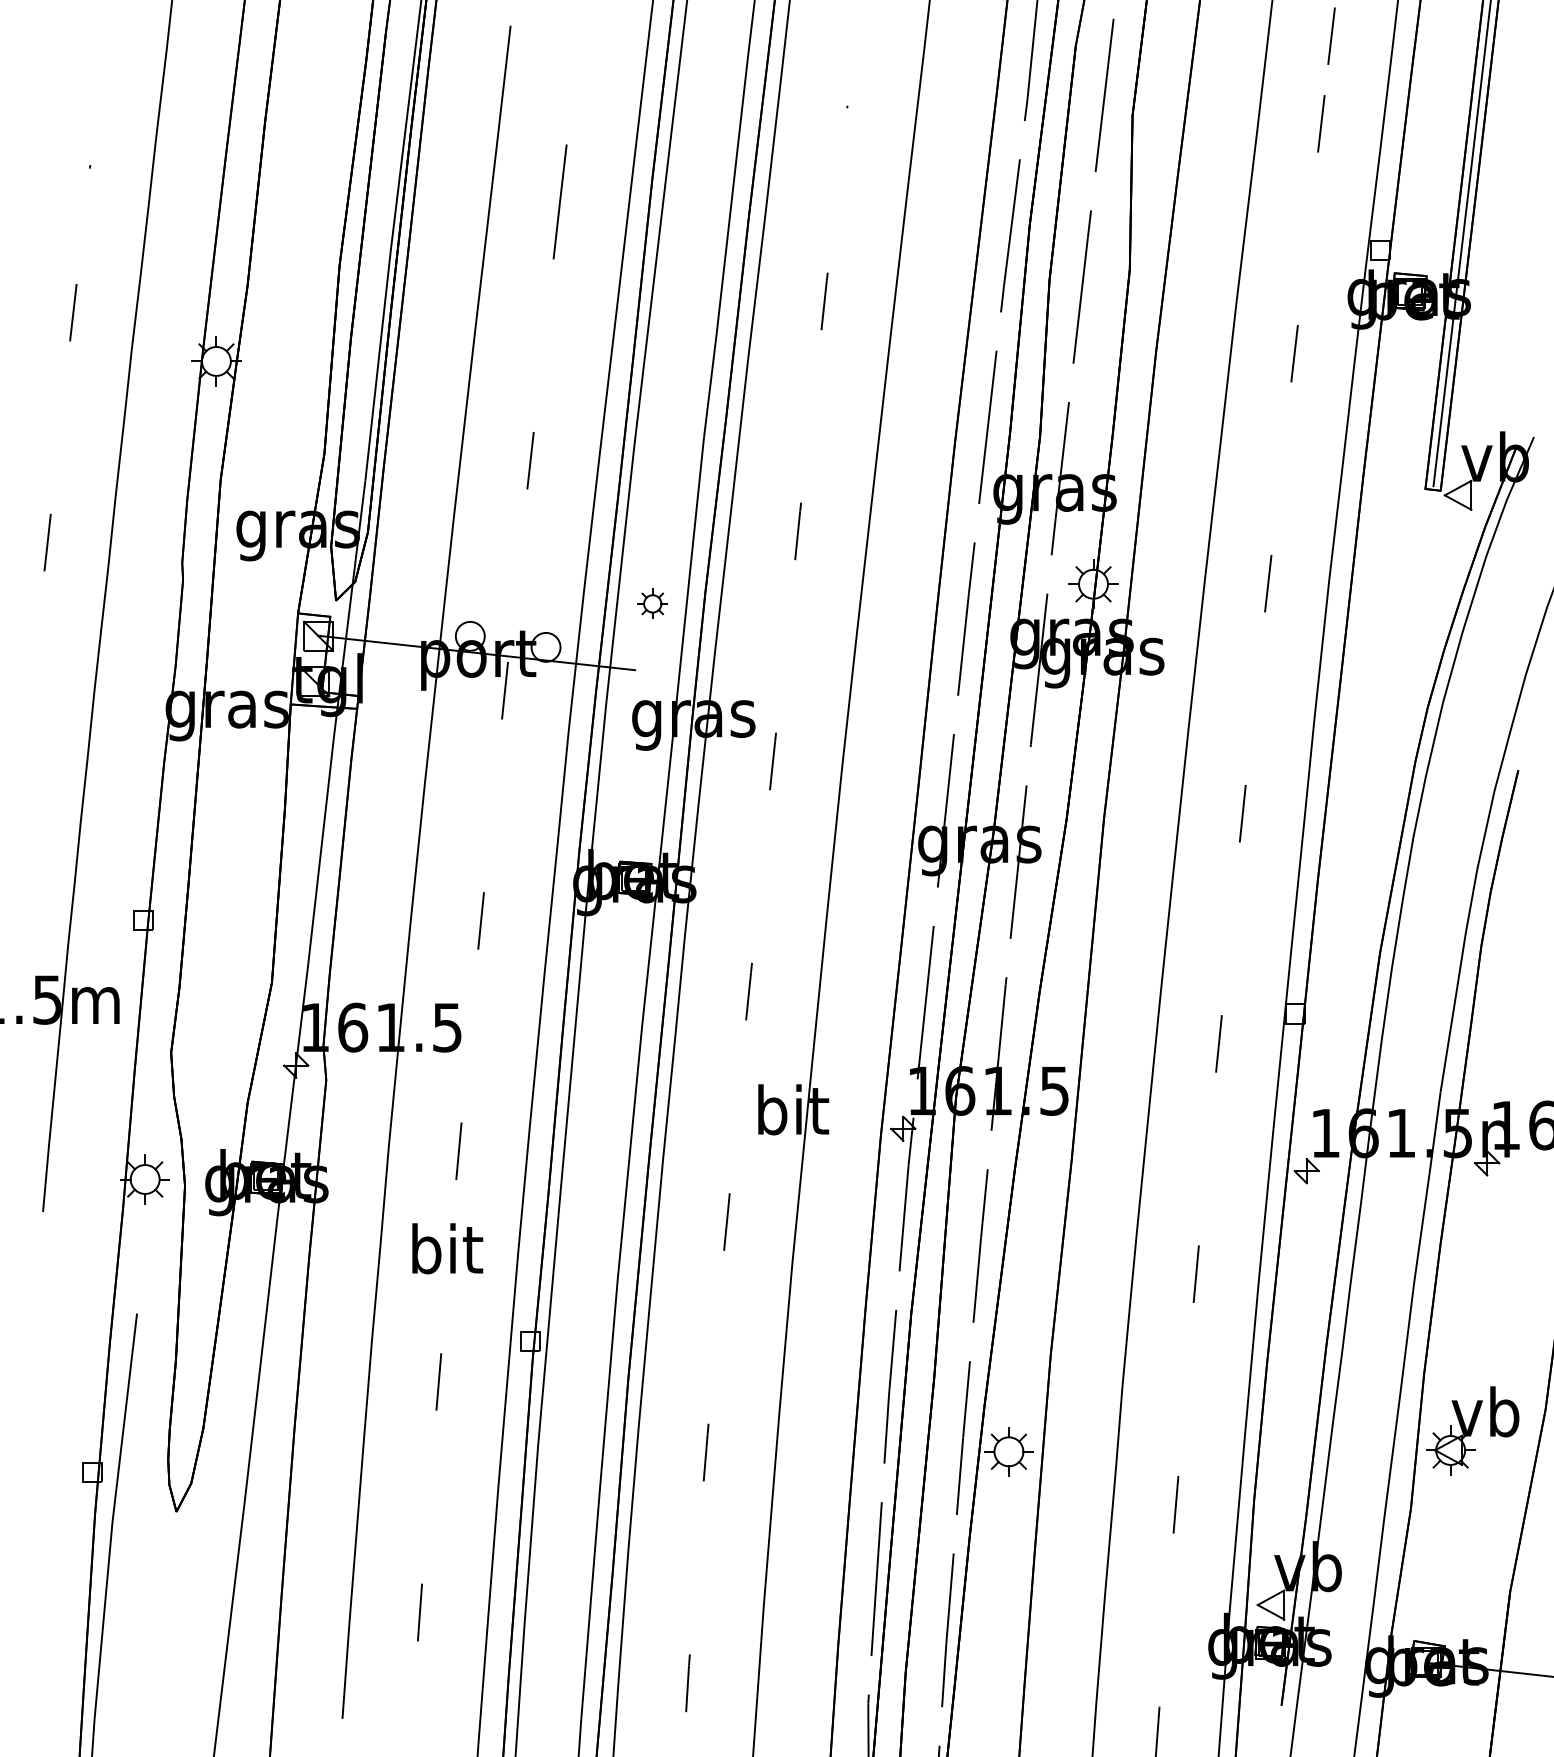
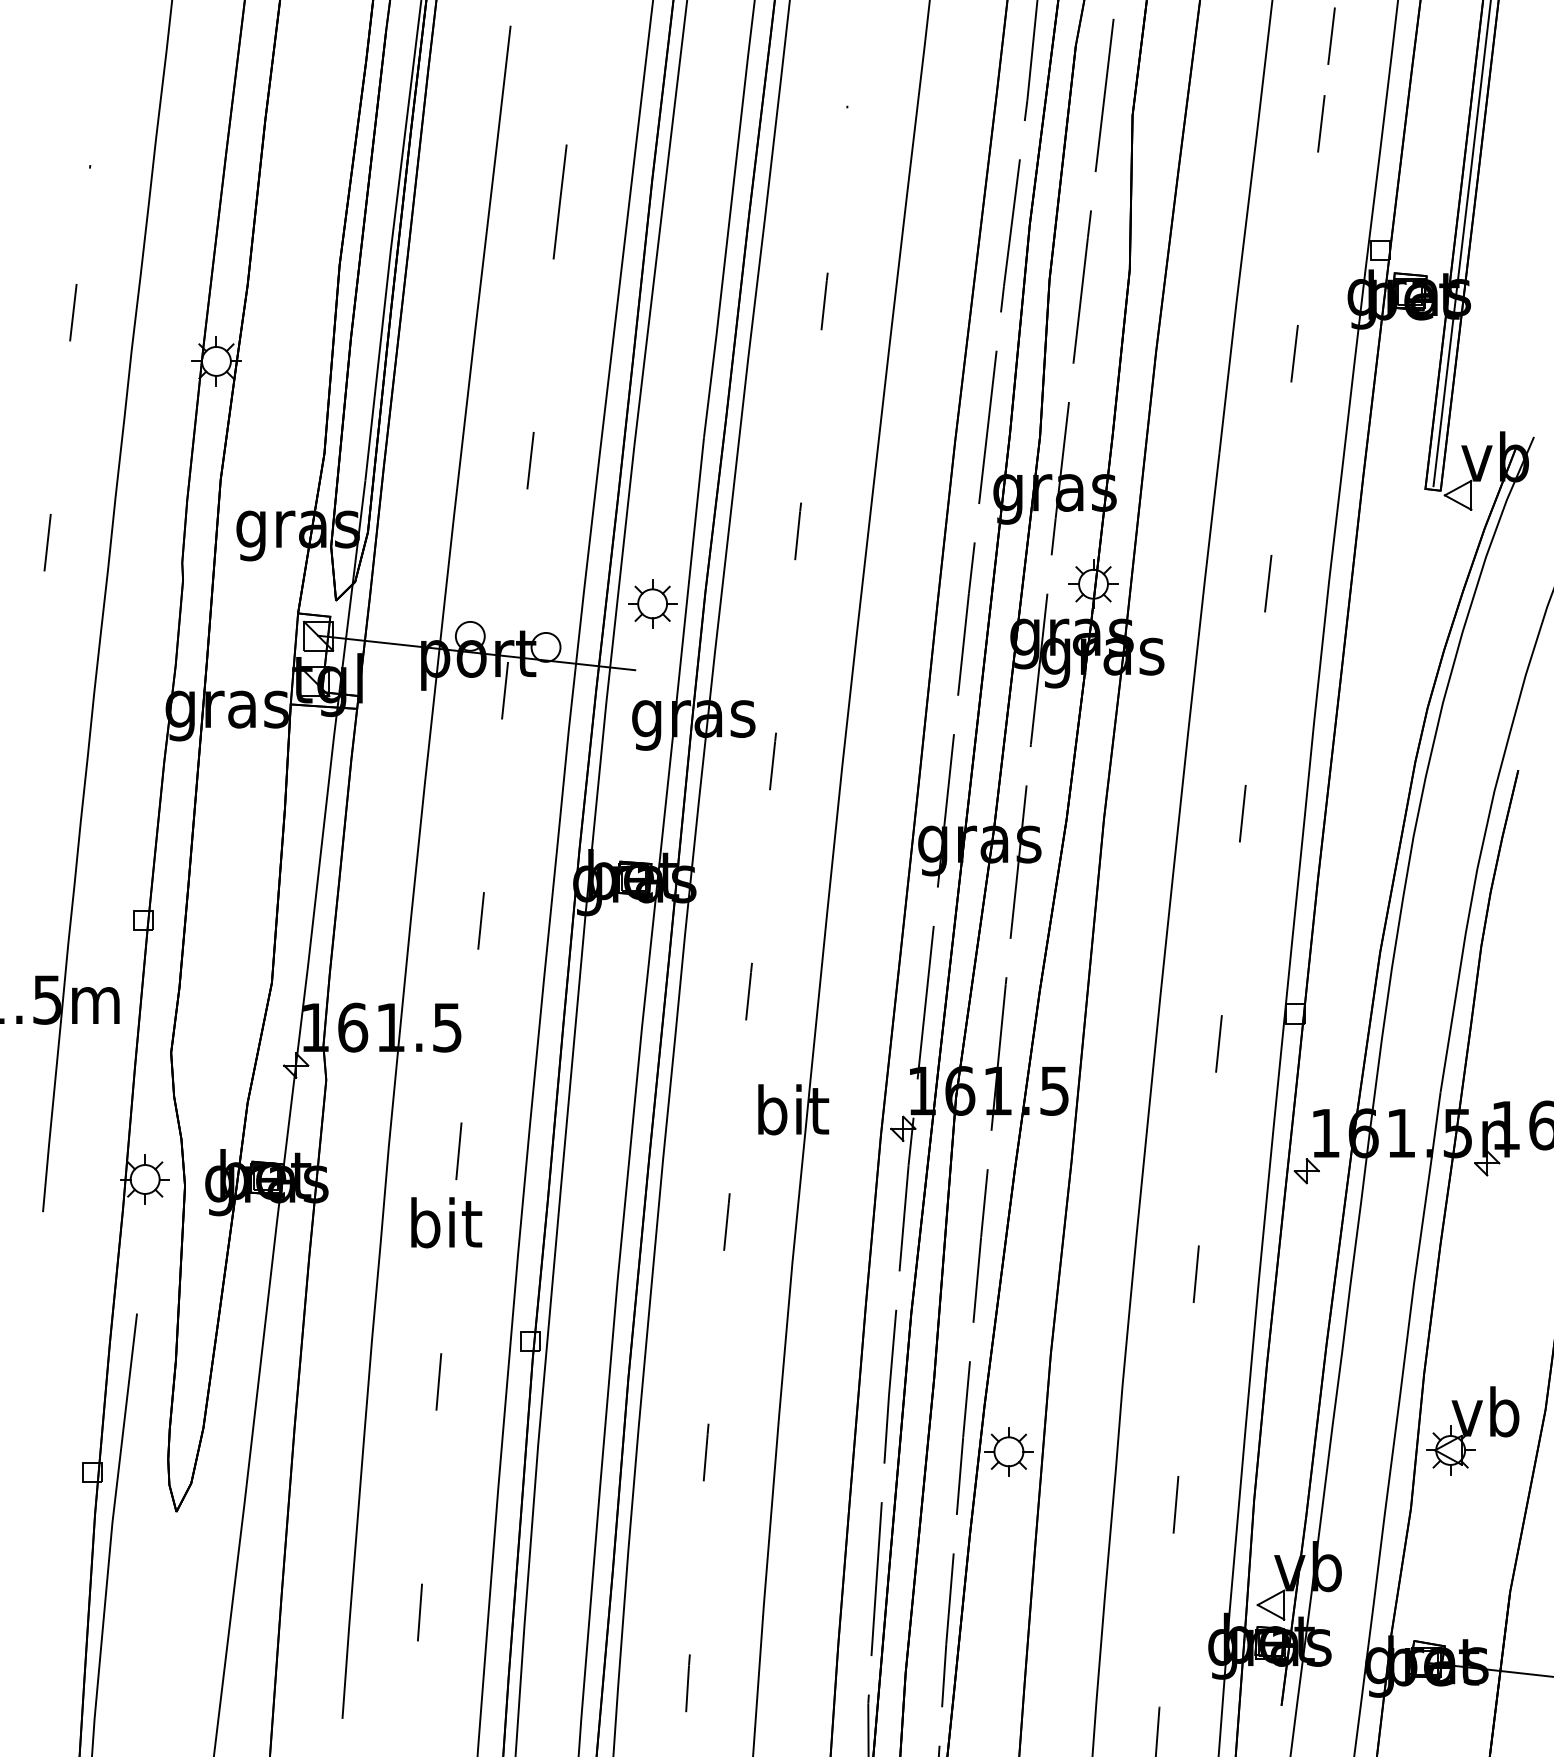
part at (652, 603) size: 31x31 px -> 50x50 px
text at (447, 1248) position: (447, 1248) -> (446, 1222)
